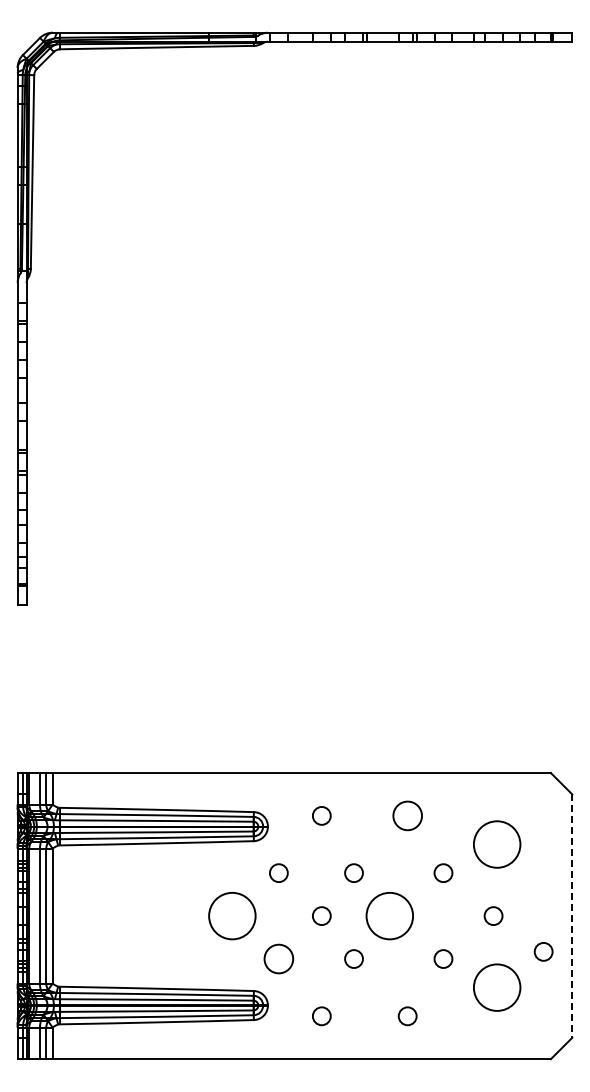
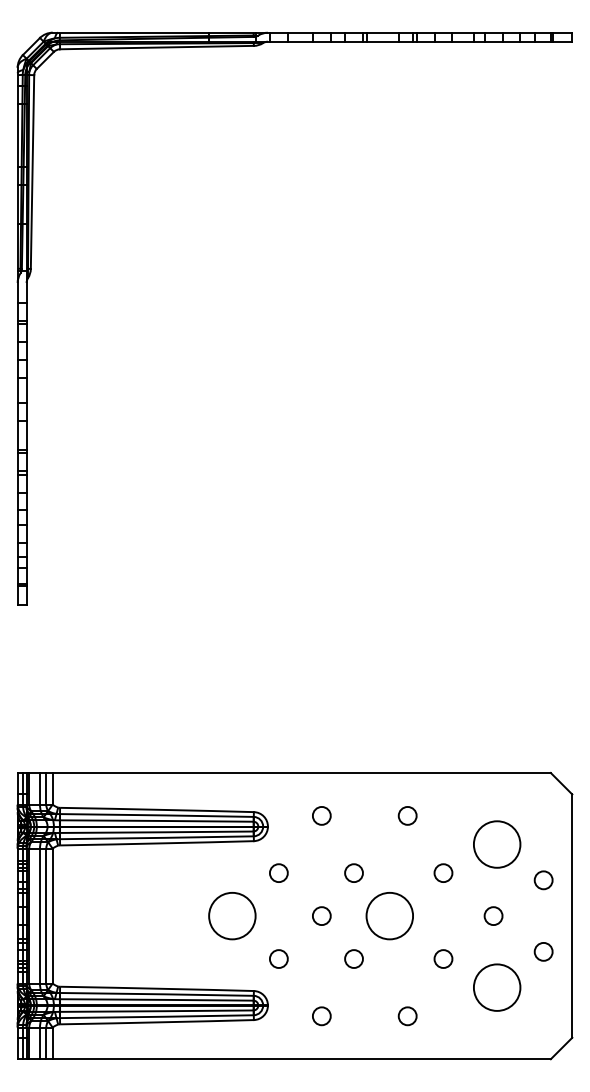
circle at (407, 815) diameter: 29 px -> 18 px
circle at (543, 880): none -> present
line at (572, 916): dashed -> solid
circle at (278, 958) diameter: 29 px -> 18 px
